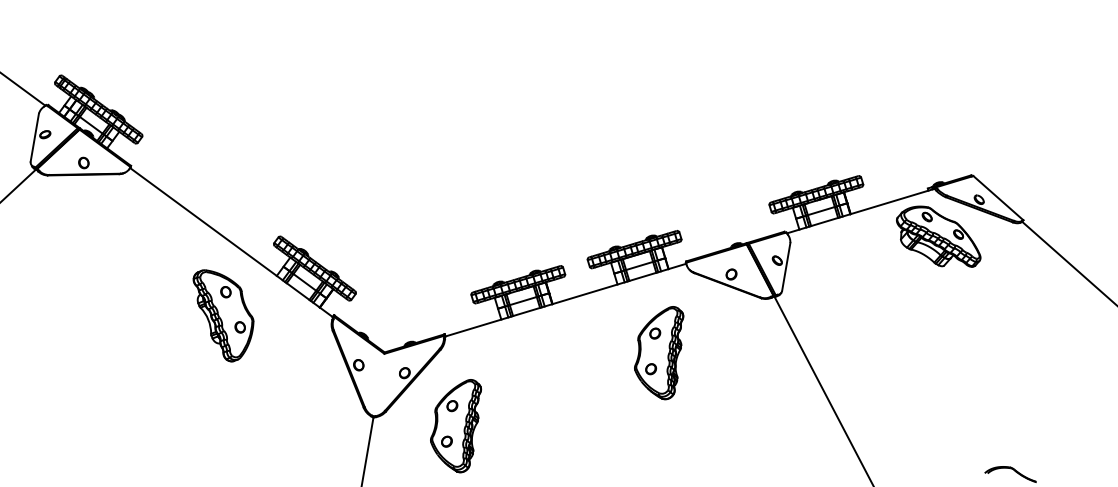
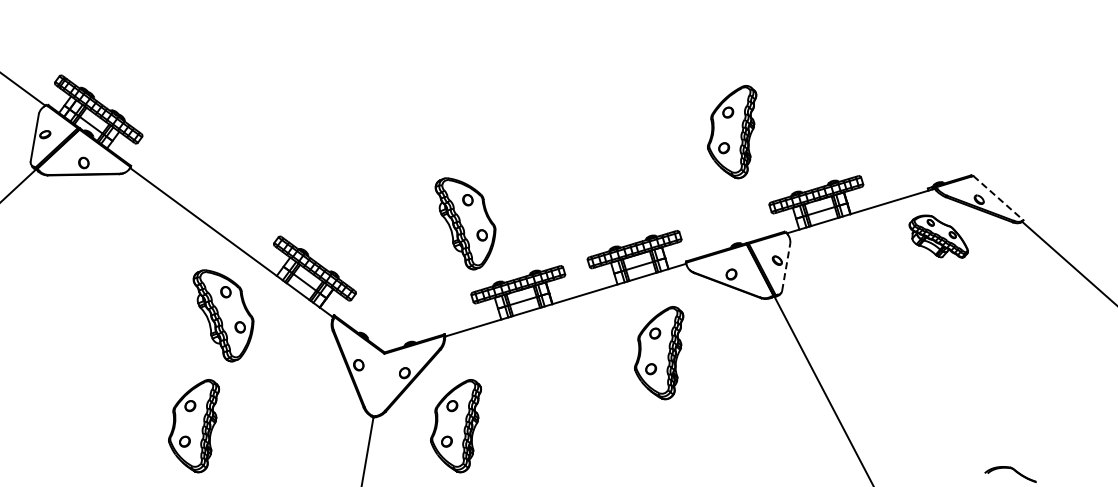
part at (732, 132): none -> present
line at (998, 198): solid -> dashed
part at (465, 223): none -> present
part at (938, 236) size: 86x63 px -> 61x45 px
line at (786, 266): solid -> dashed
part at (194, 426): none -> present
